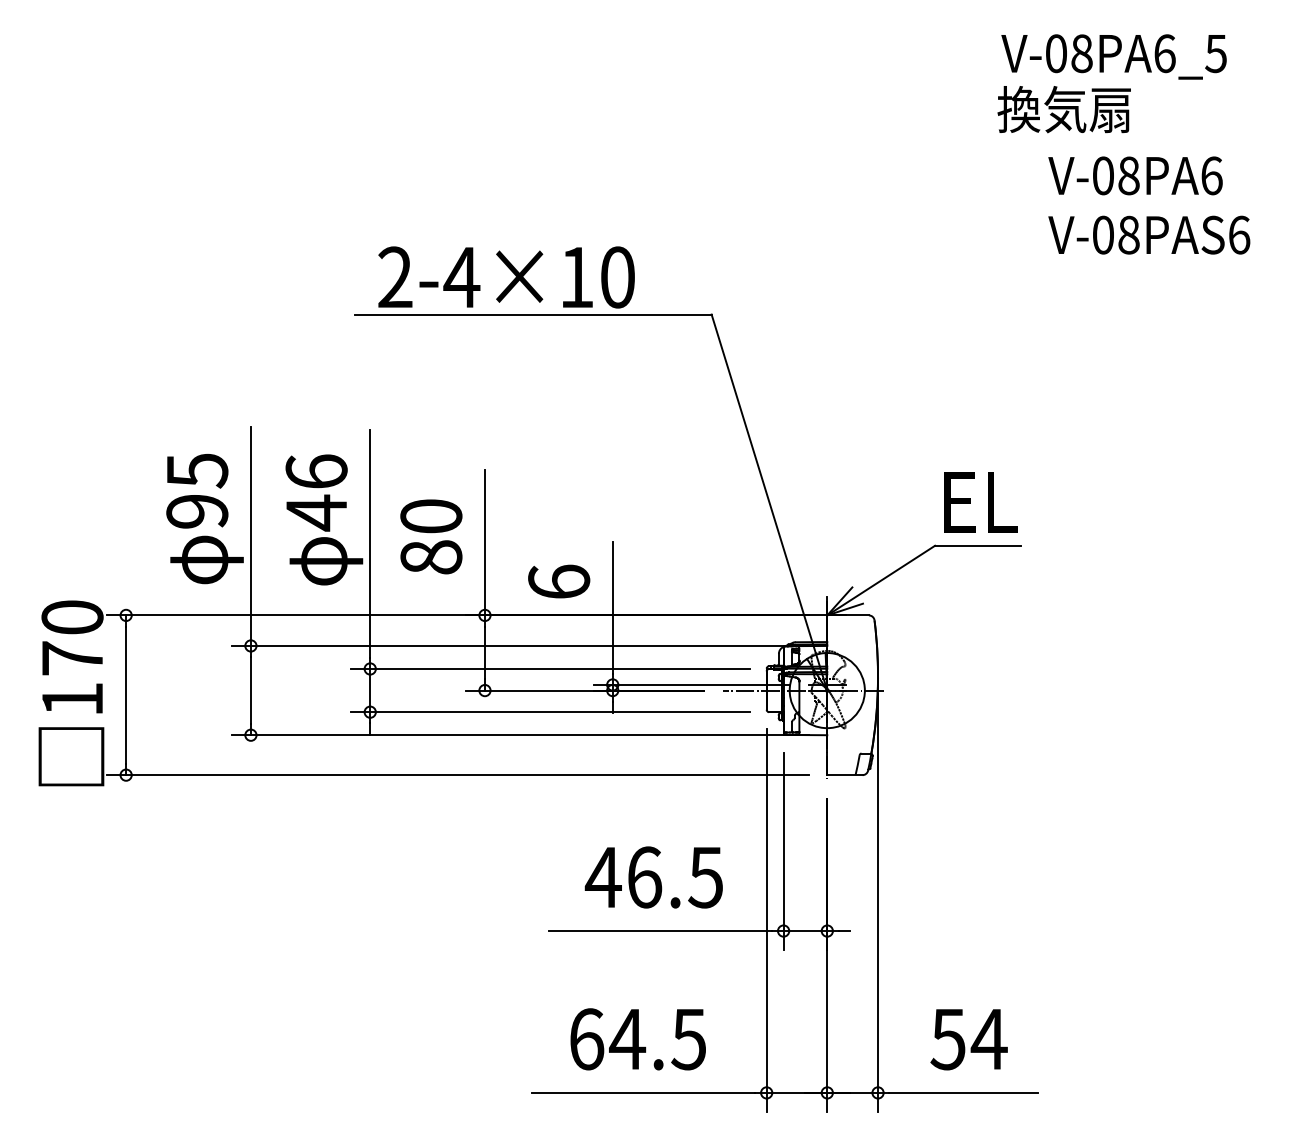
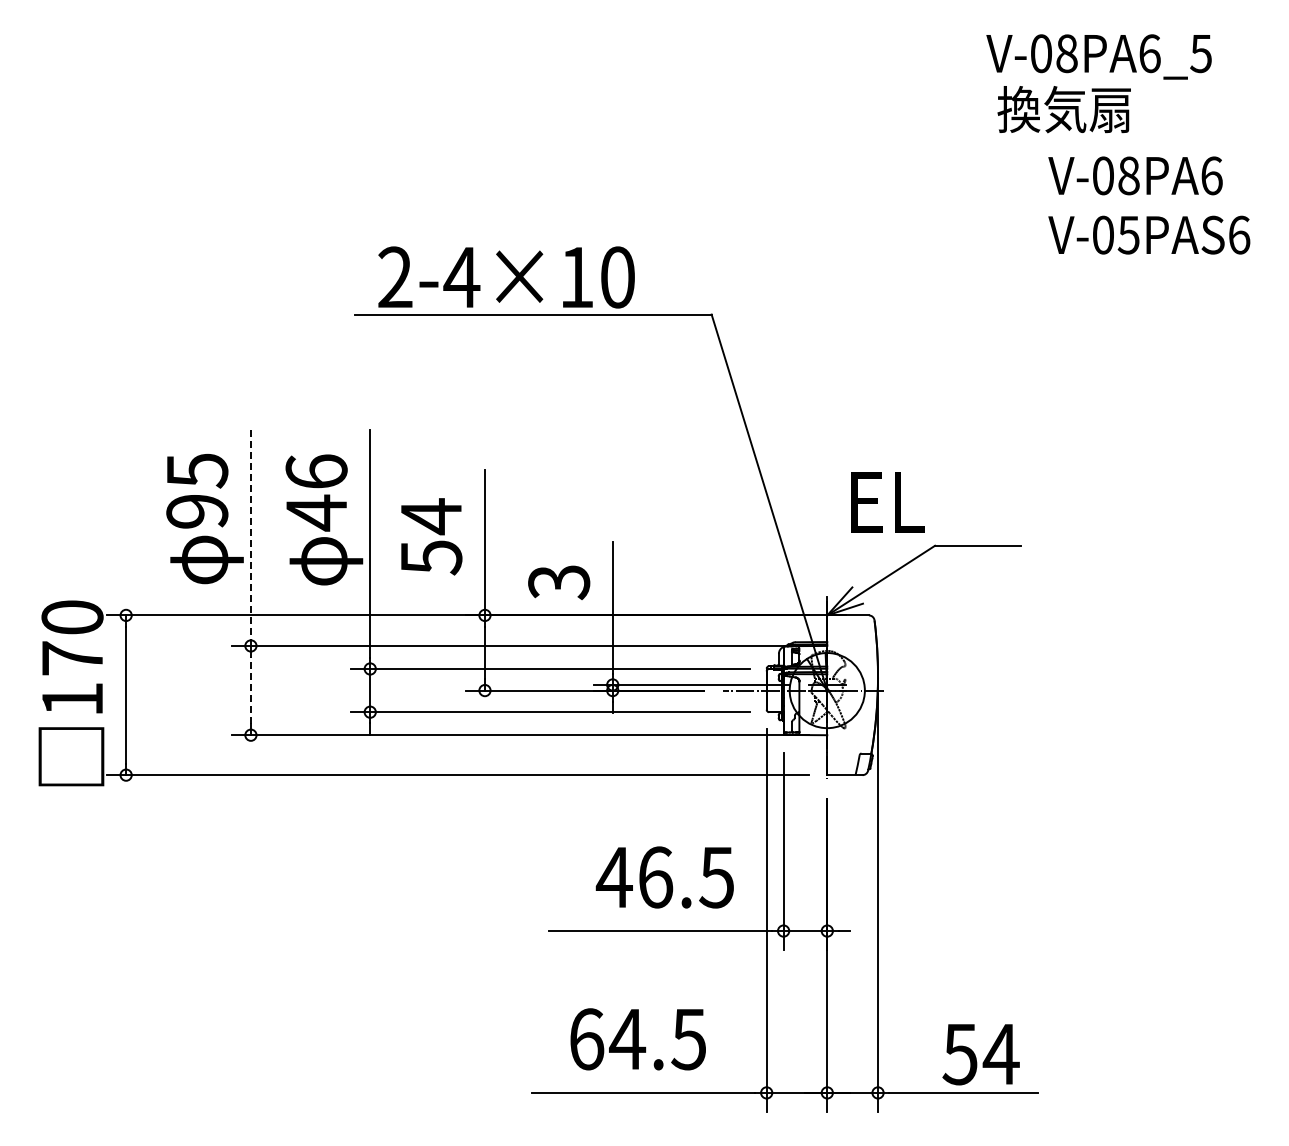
text at (1113, 56) position: (1113, 56) -> (1098, 56)
text at (1128, 234): V-08PAS6 -> V-05PAS6
text at (980, 502) position: (980, 502) -> (887, 502)
line at (250, 536): solid -> dashed
text at (431, 536): 80 -> 54
text at (559, 582): 6 -> 3
line at (250, 690): solid -> dashed
text at (653, 877) position: (653, 877) -> (664, 877)
text at (968, 1039) position: (968, 1039) -> (980, 1054)
